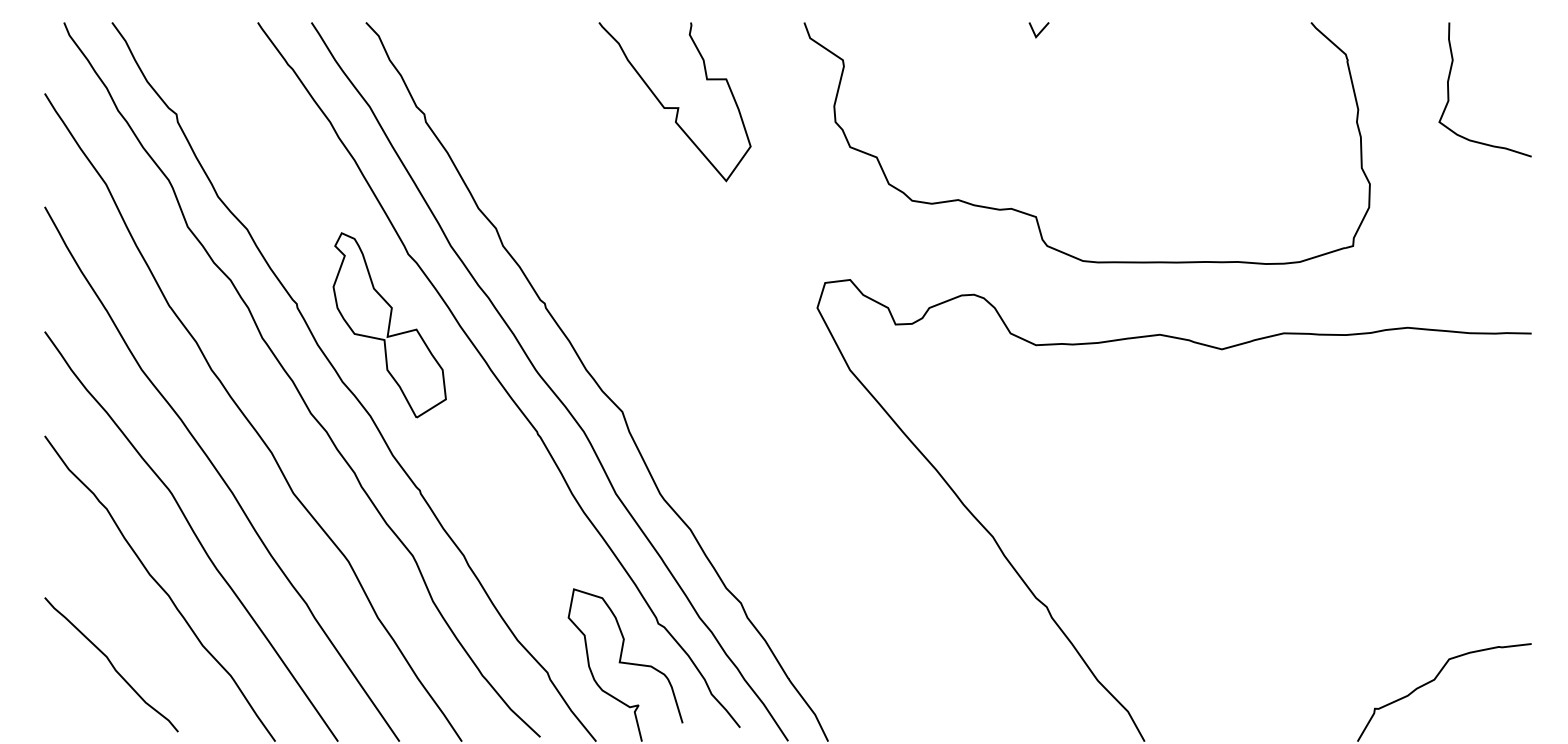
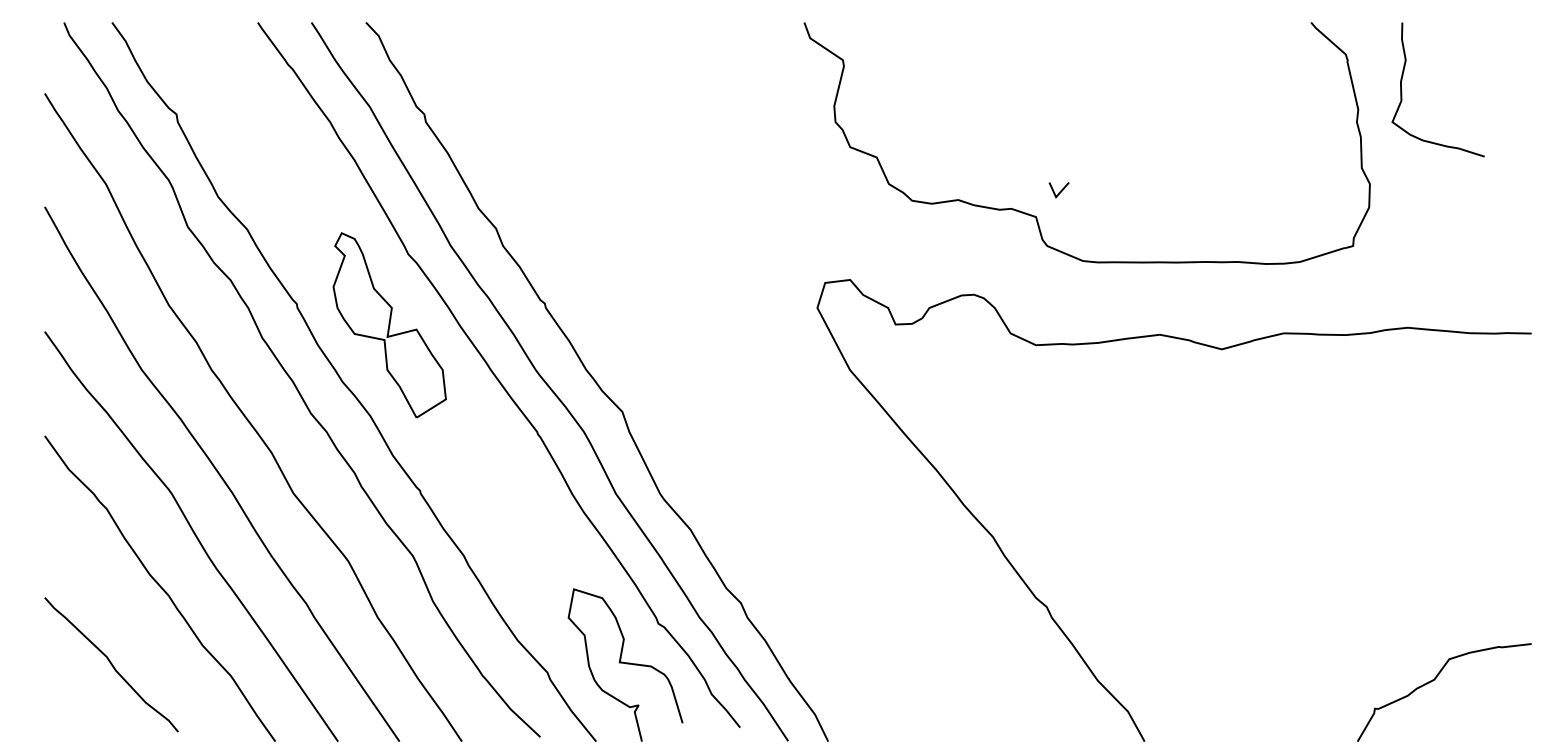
line at (1039, 31) position: (1039, 31) -> (1059, 191)
curve at (1449, 90) position: (1449, 90) -> (1402, 90)
curve at (674, 107): present -> none
